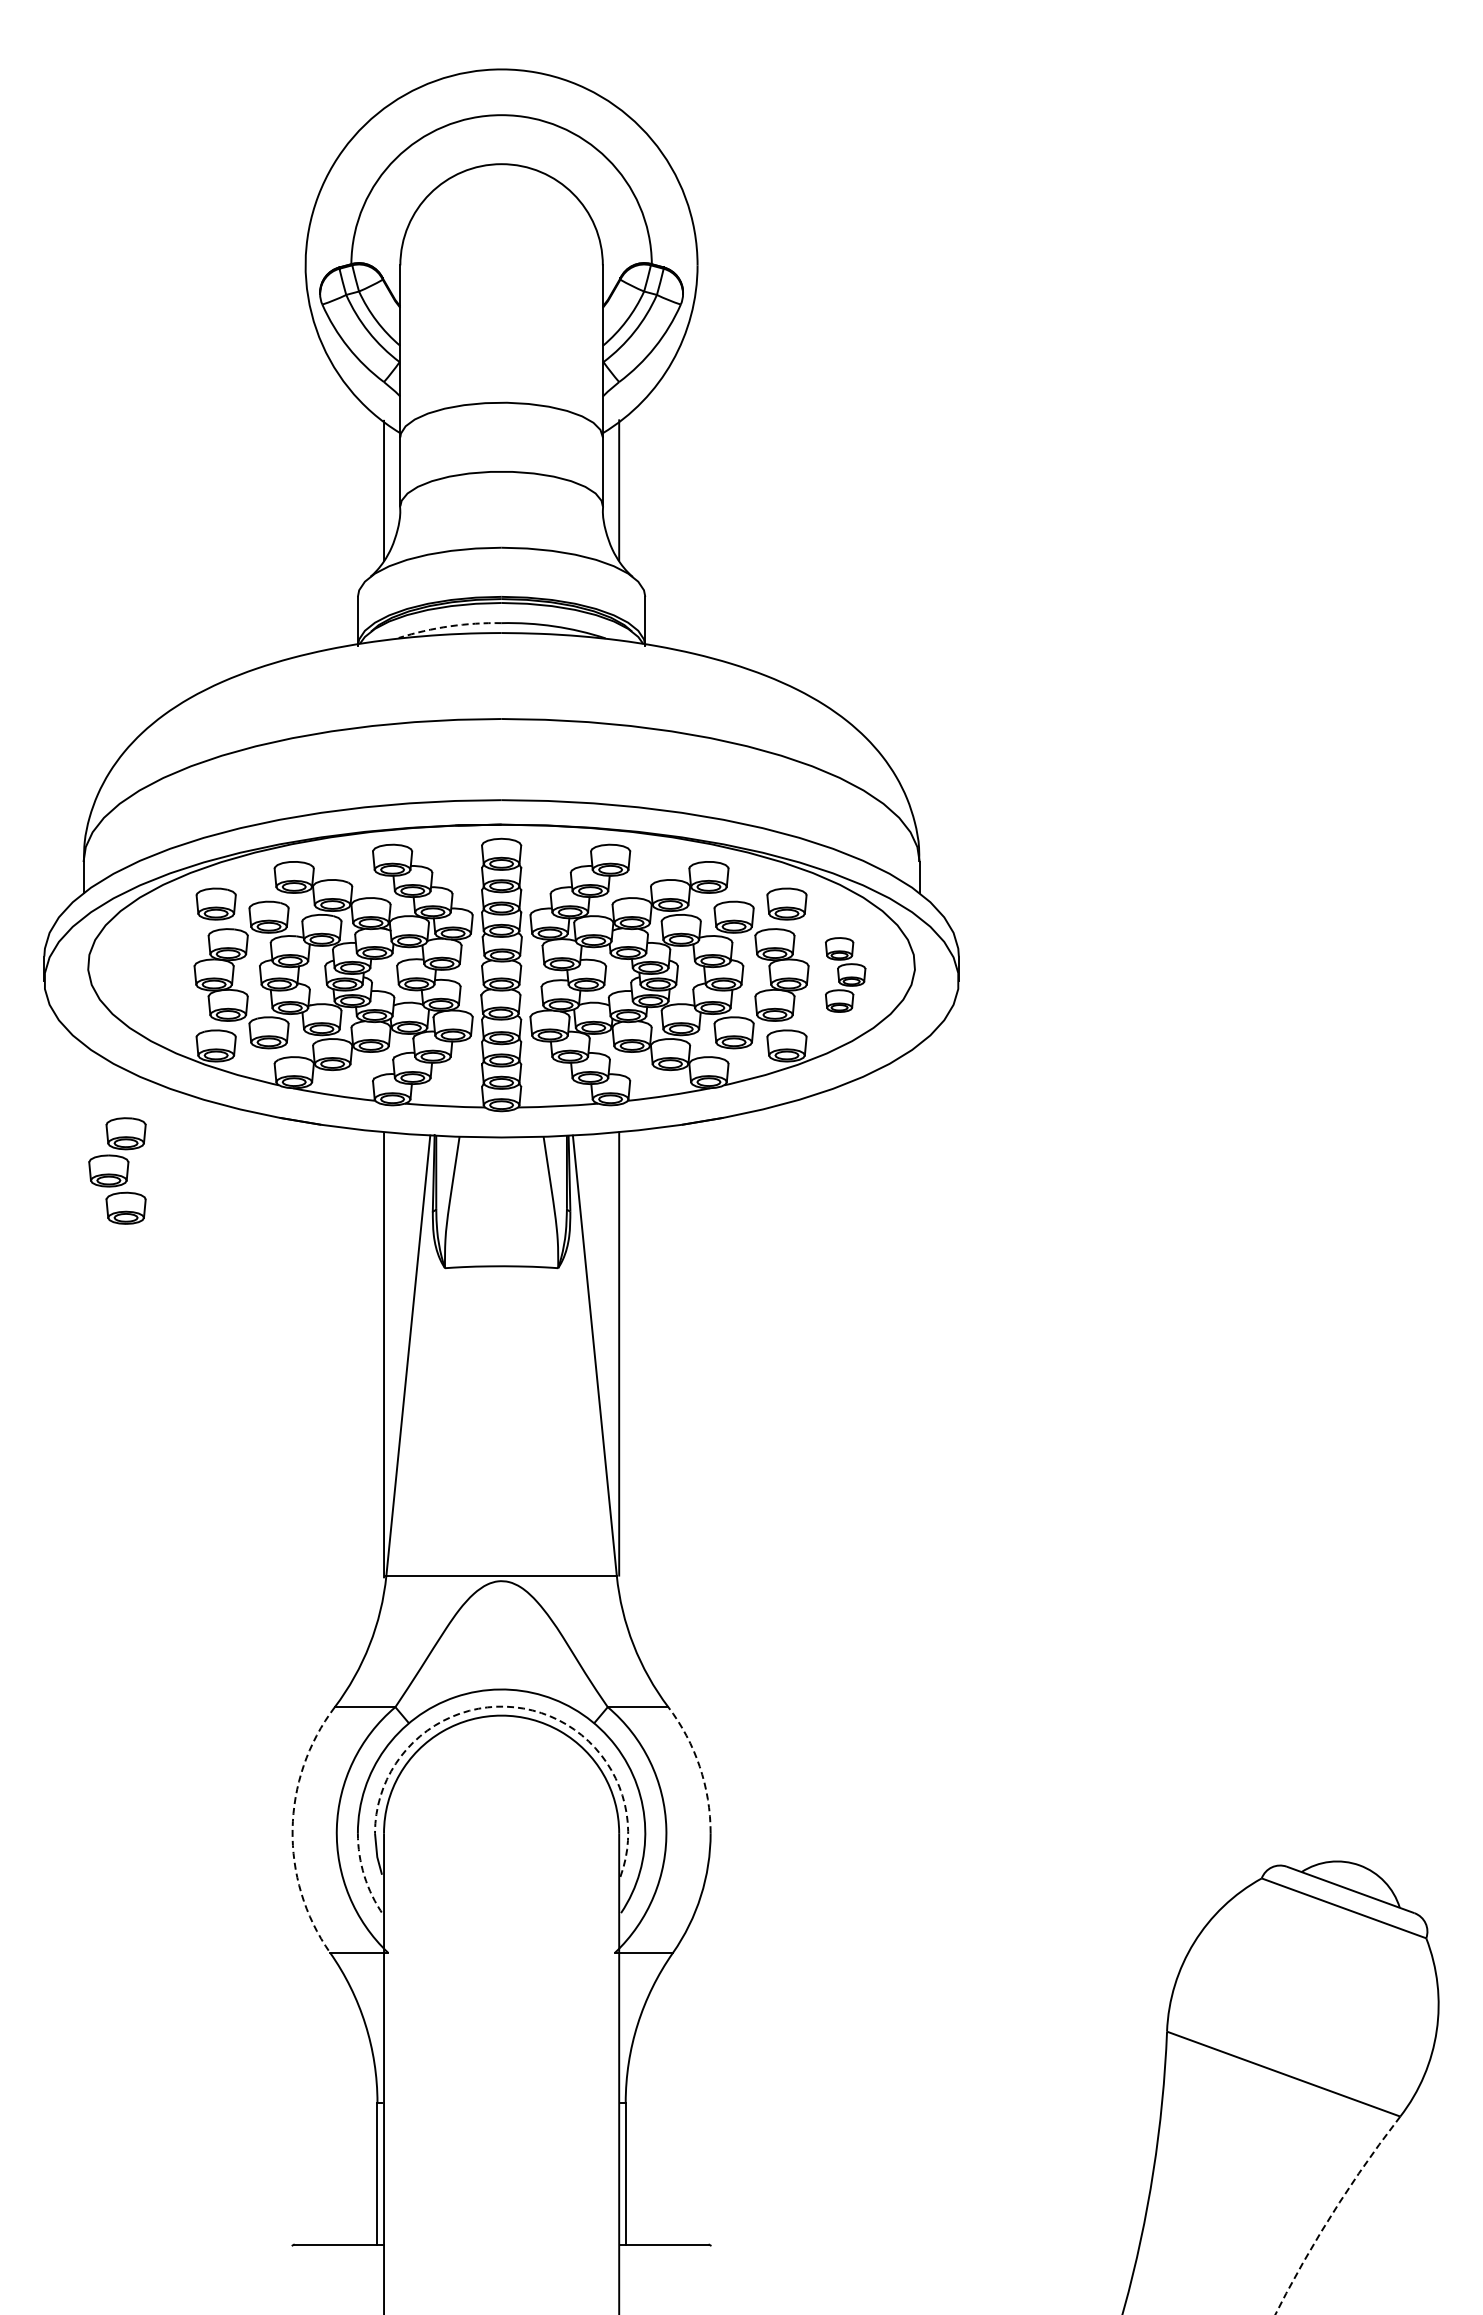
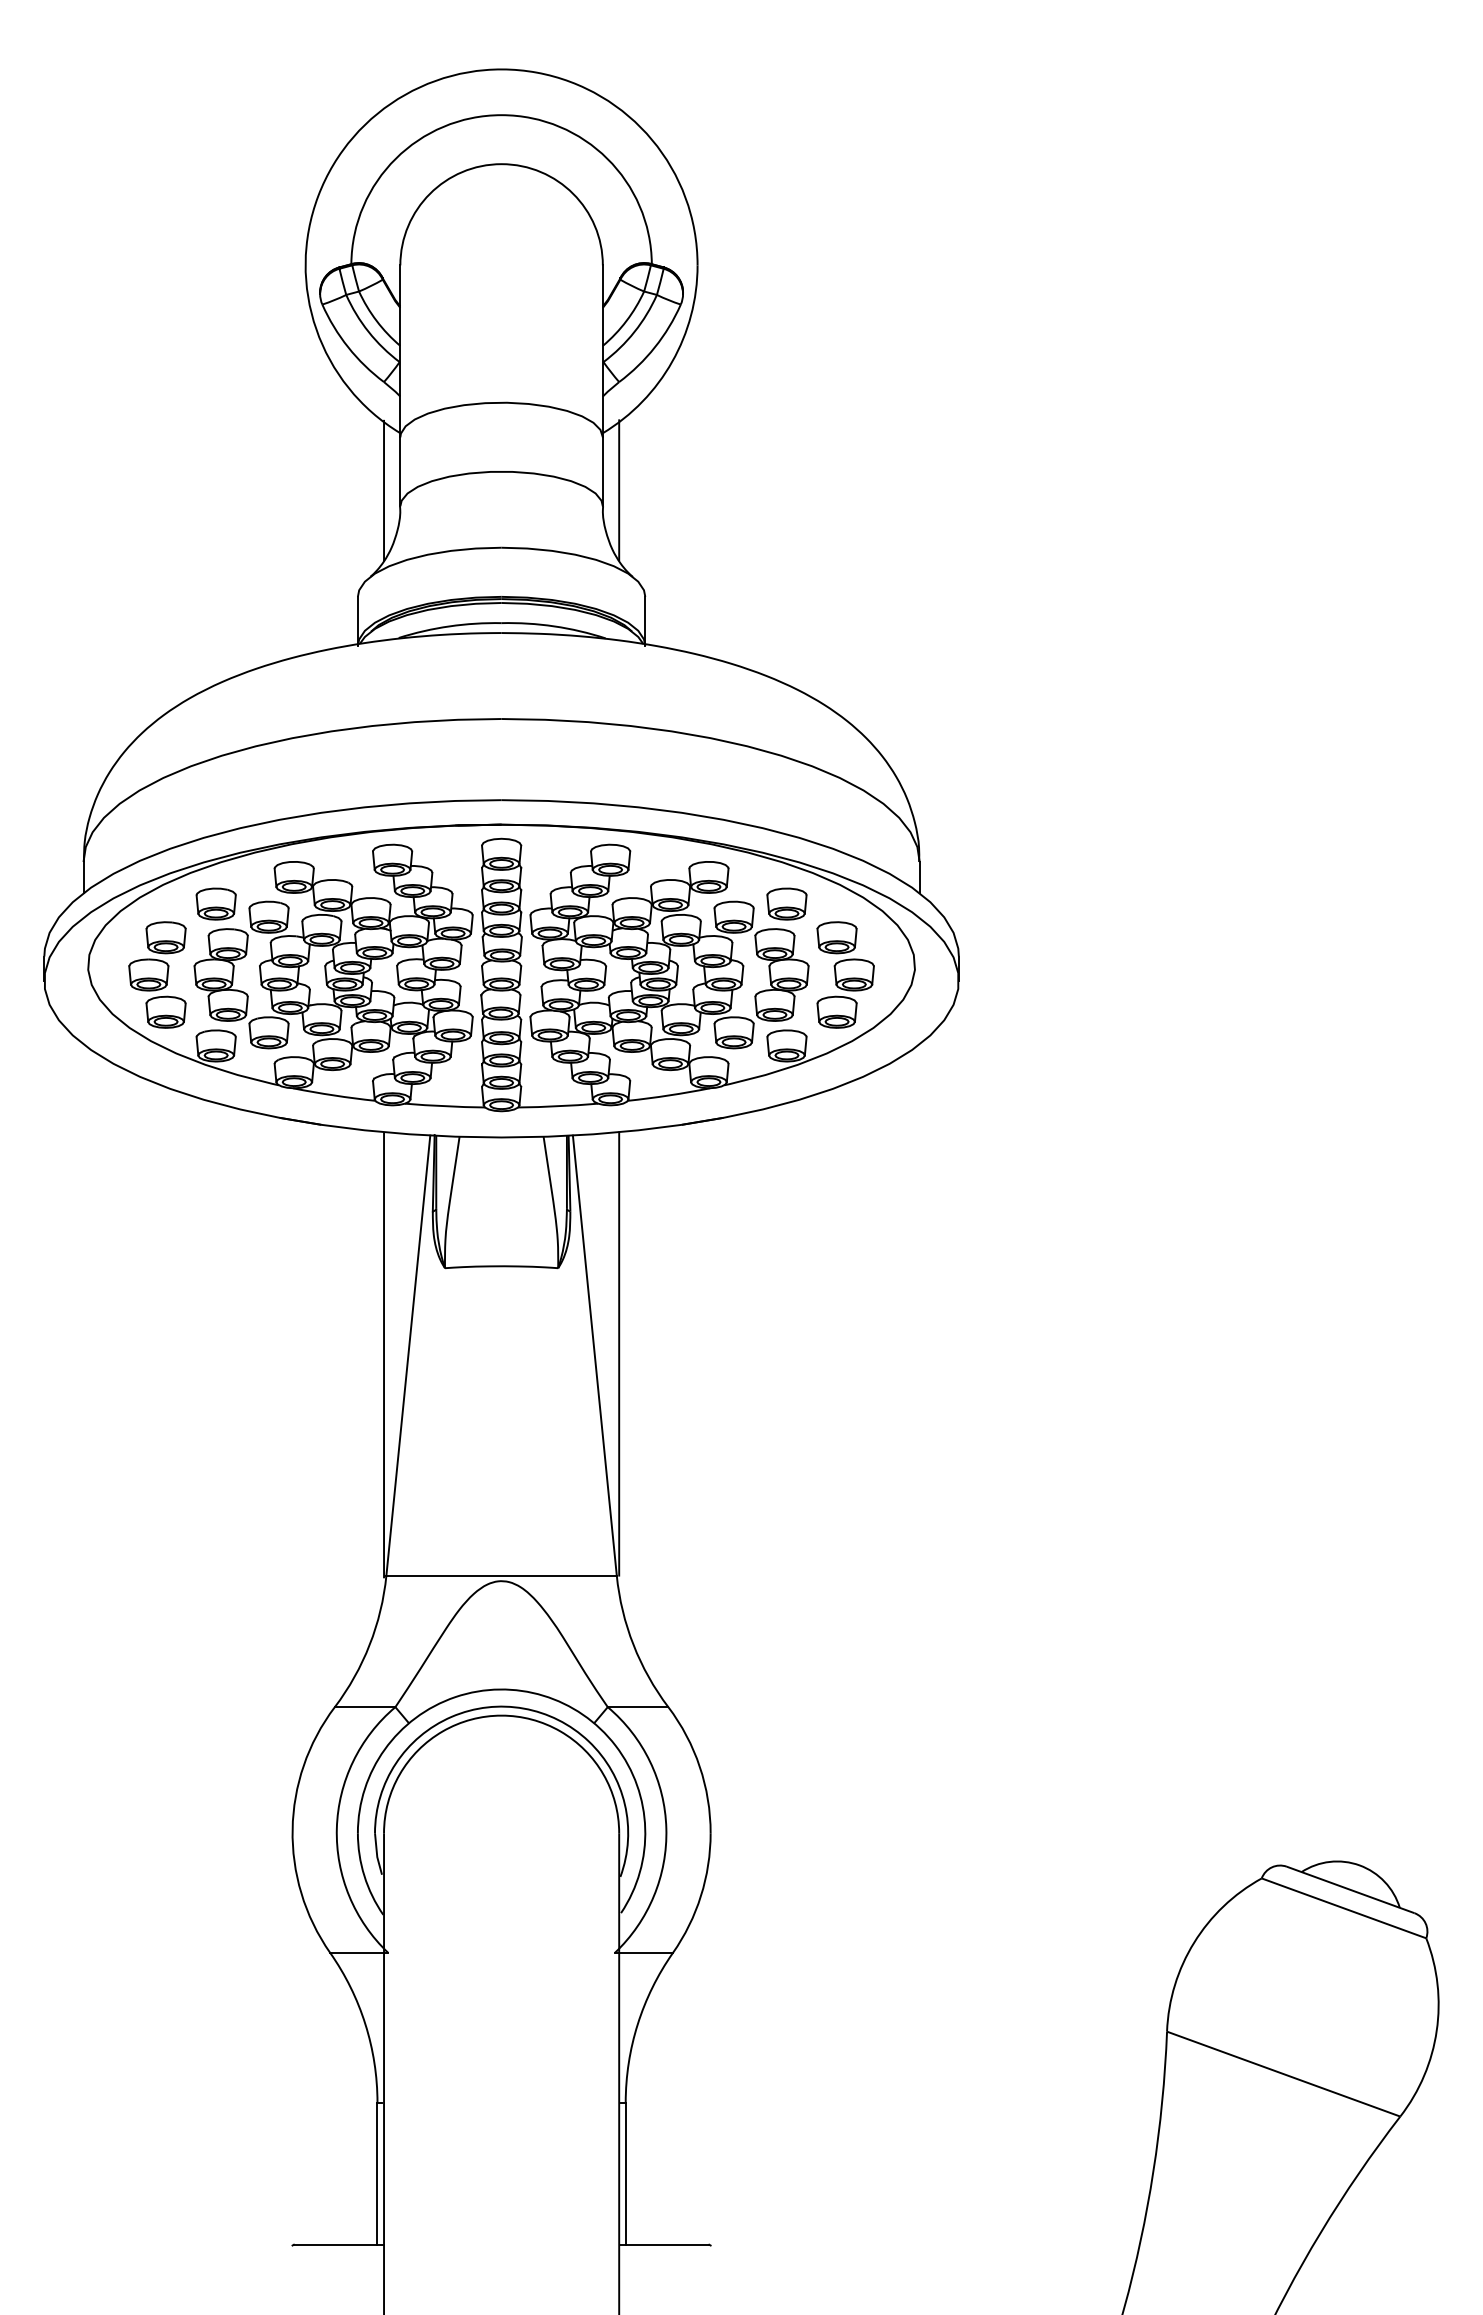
arc at (449, 626): dashed -> solid
part at (845, 974) size: 42x76 px -> 59x108 px
part at (117, 1170) position: (117, 1170) -> (157, 974)
arc at (523, 1708): dashed -> solid
arc at (699, 1766): dashed -> solid
arc at (292, 1829): dashed -> solid
arc at (364, 1876): dashed -> solid
arc at (1333, 2212): dashed -> solid
